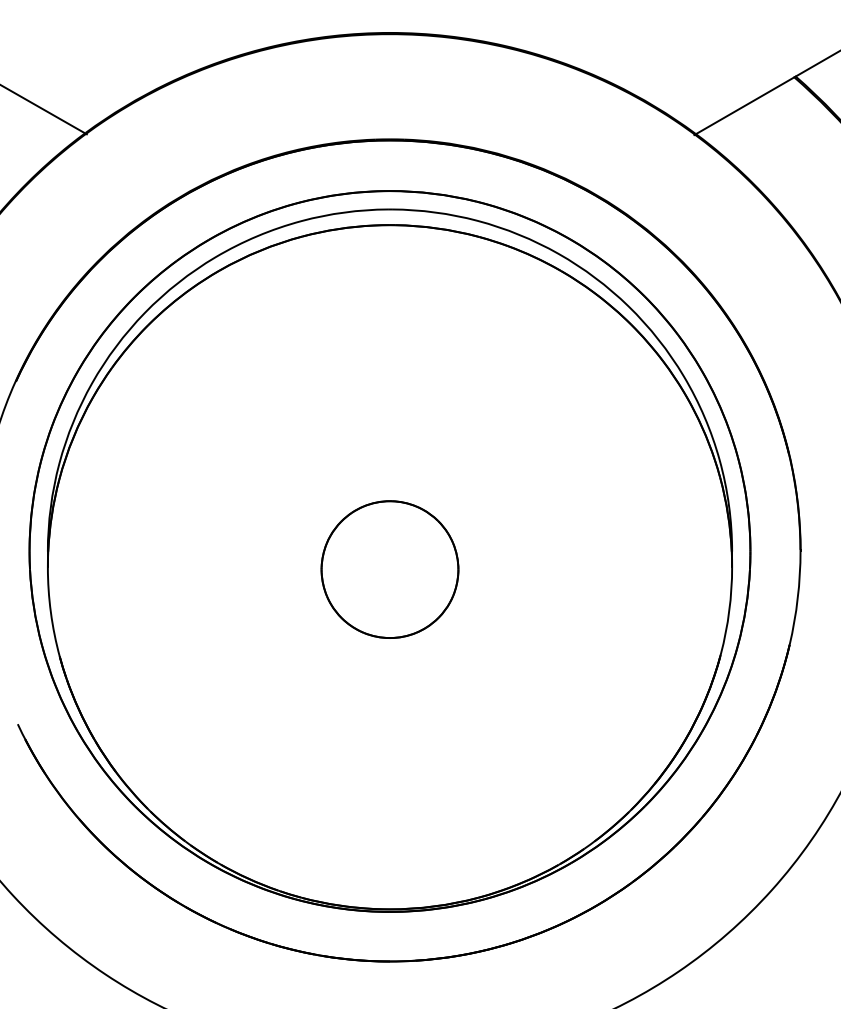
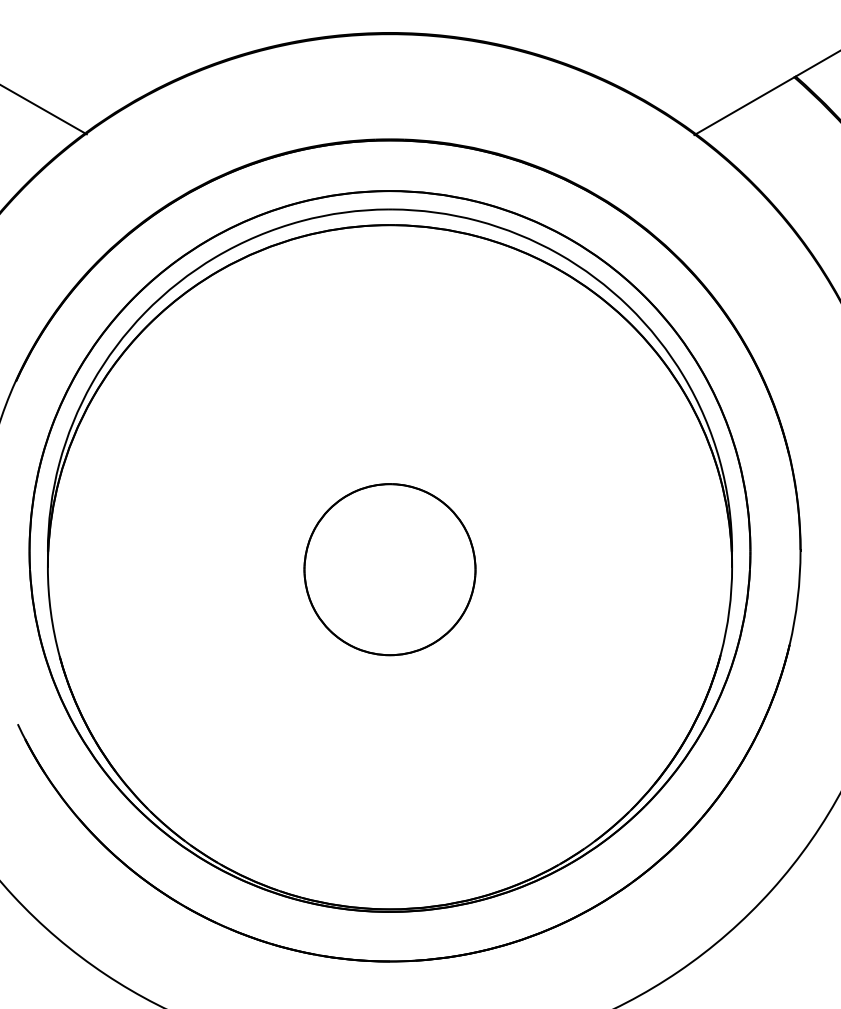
part at (389, 569) size: 140x139 px -> 174x174 px
